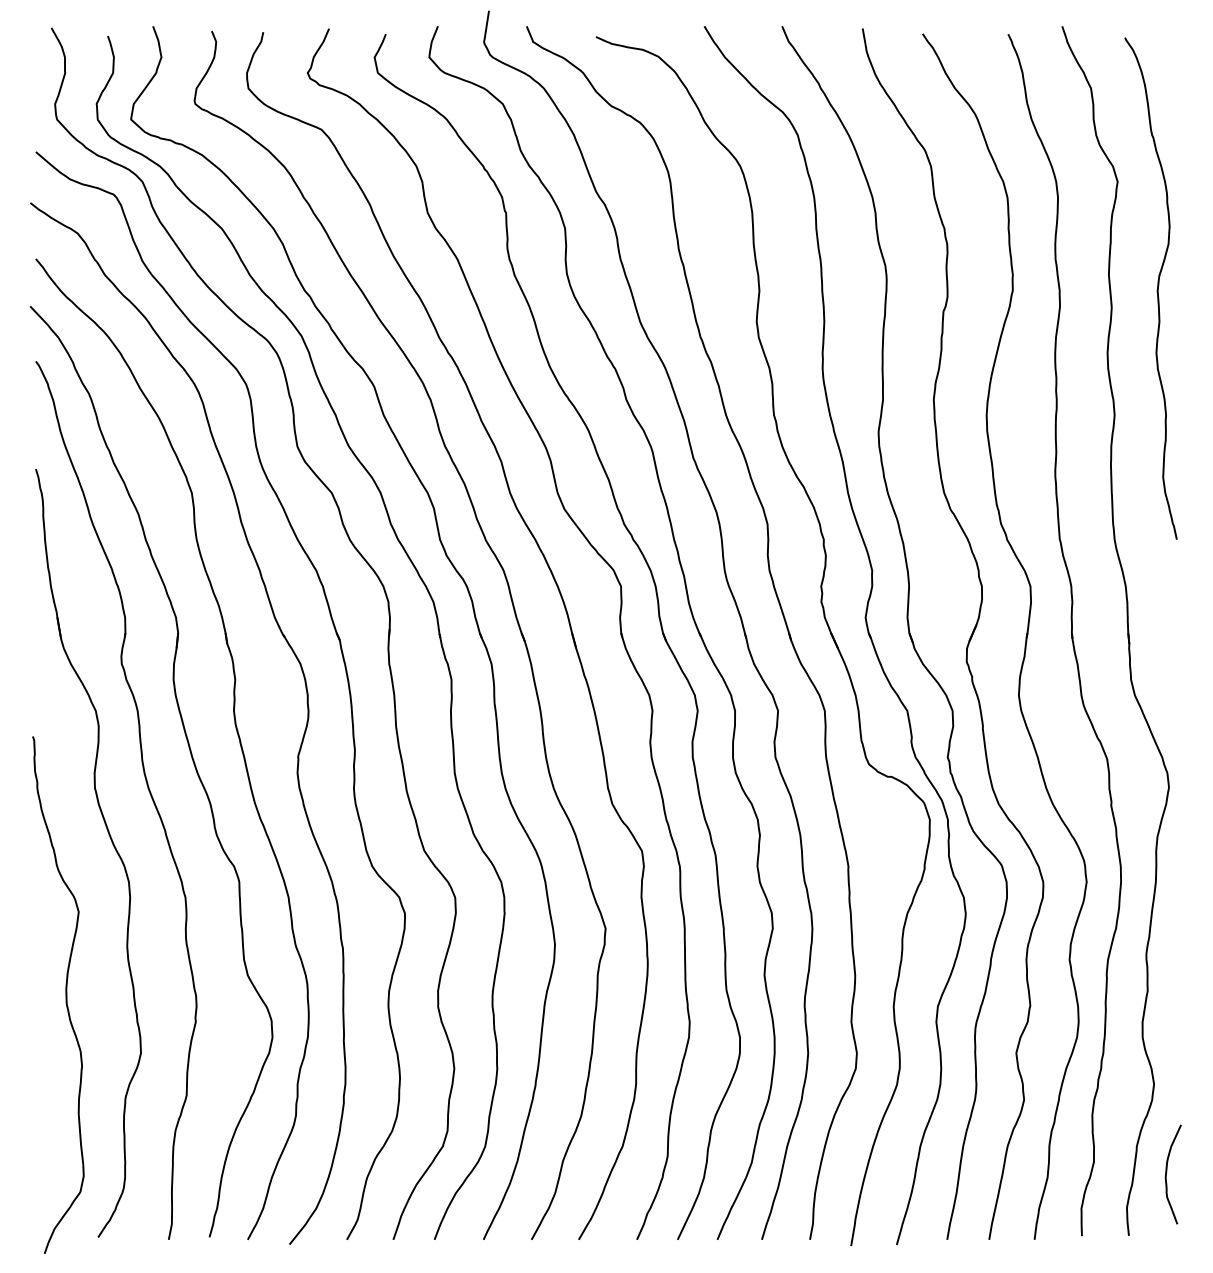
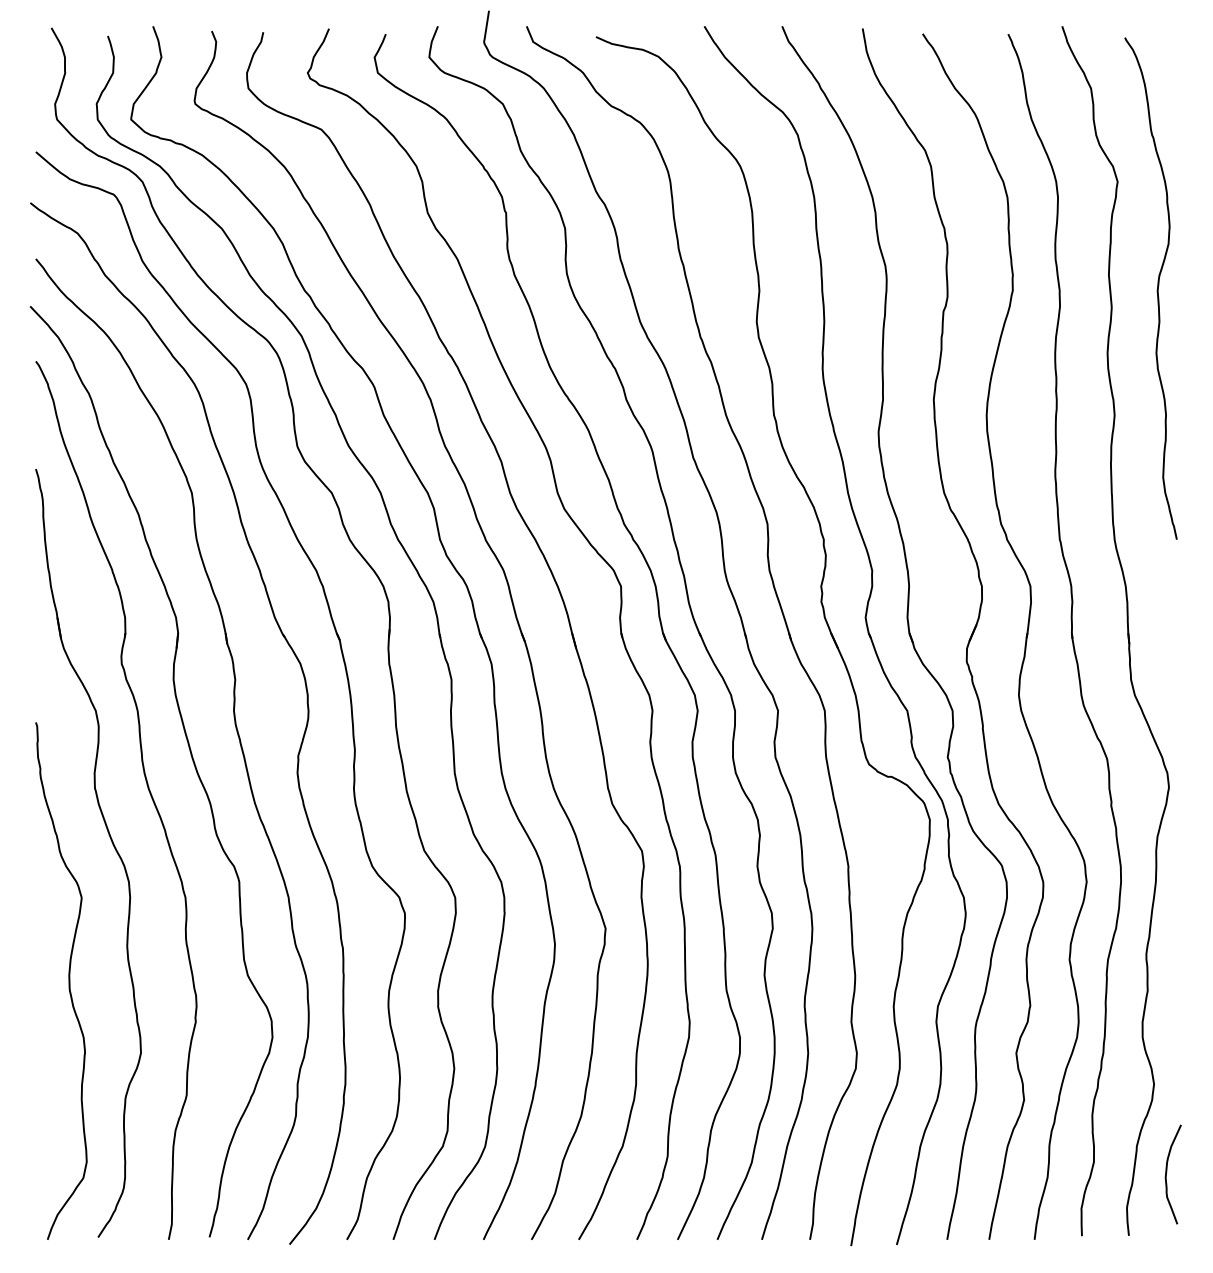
curve at (65, 994) position: (65, 994) -> (68, 980)
